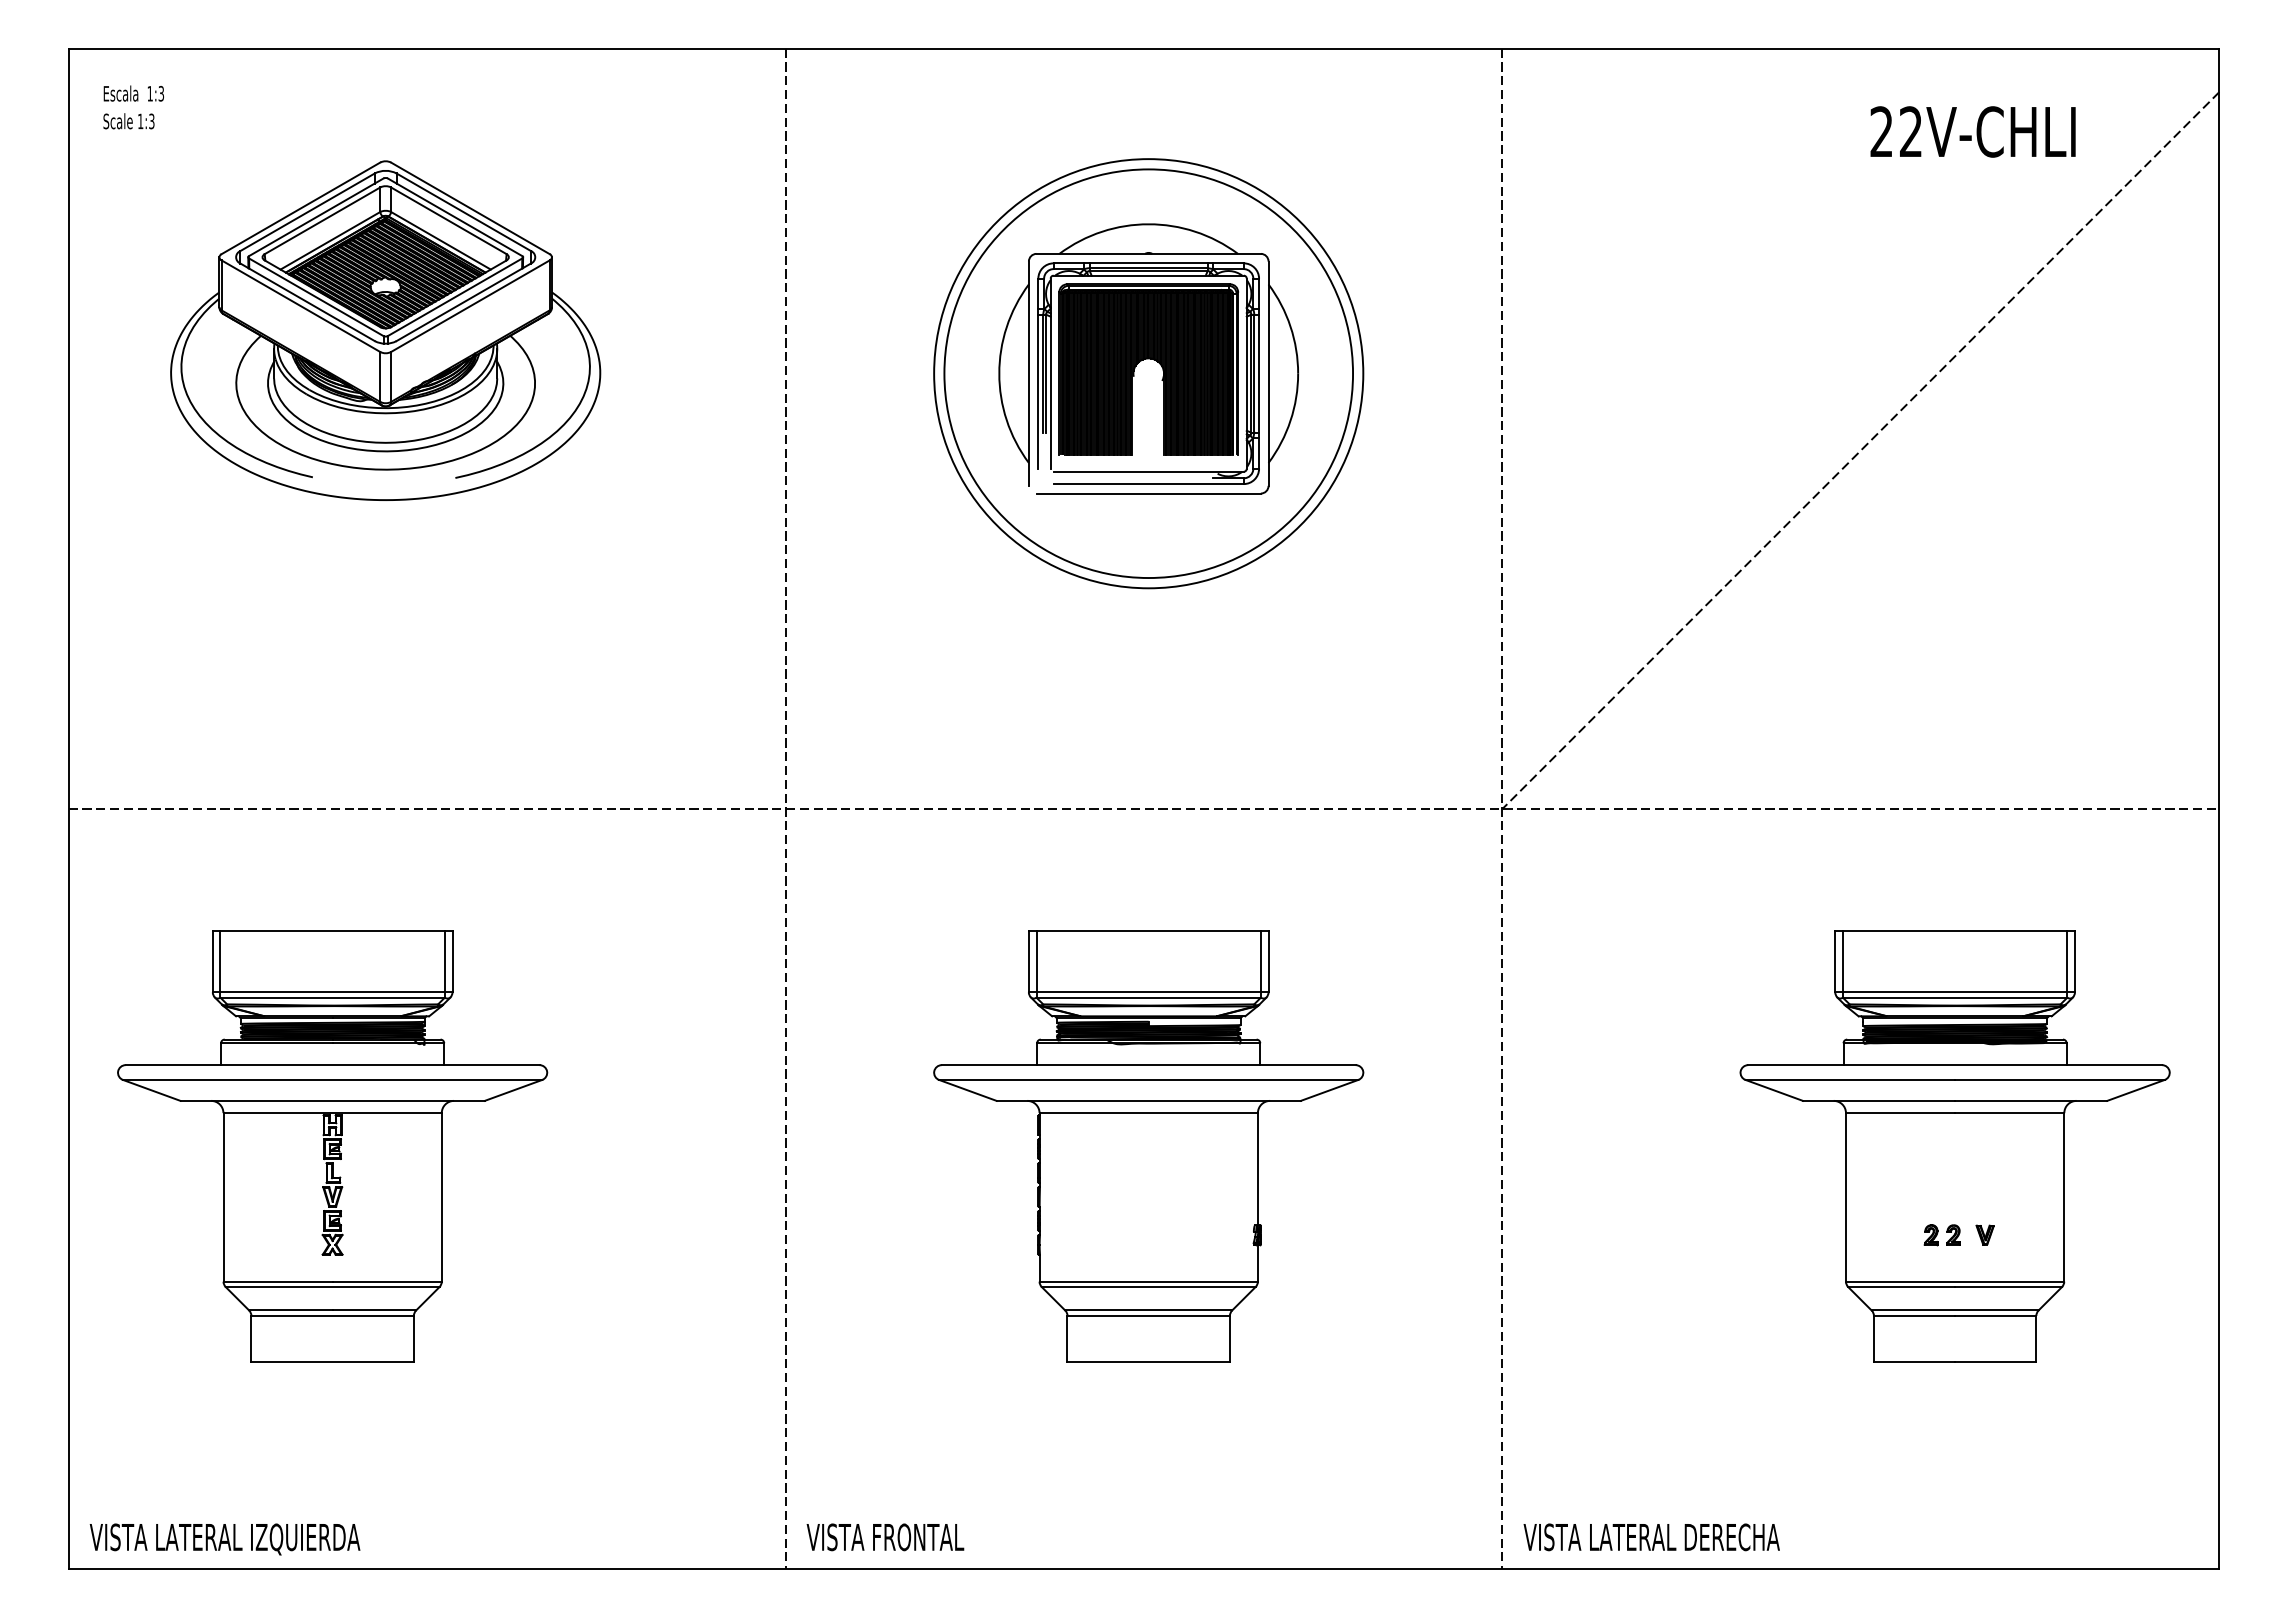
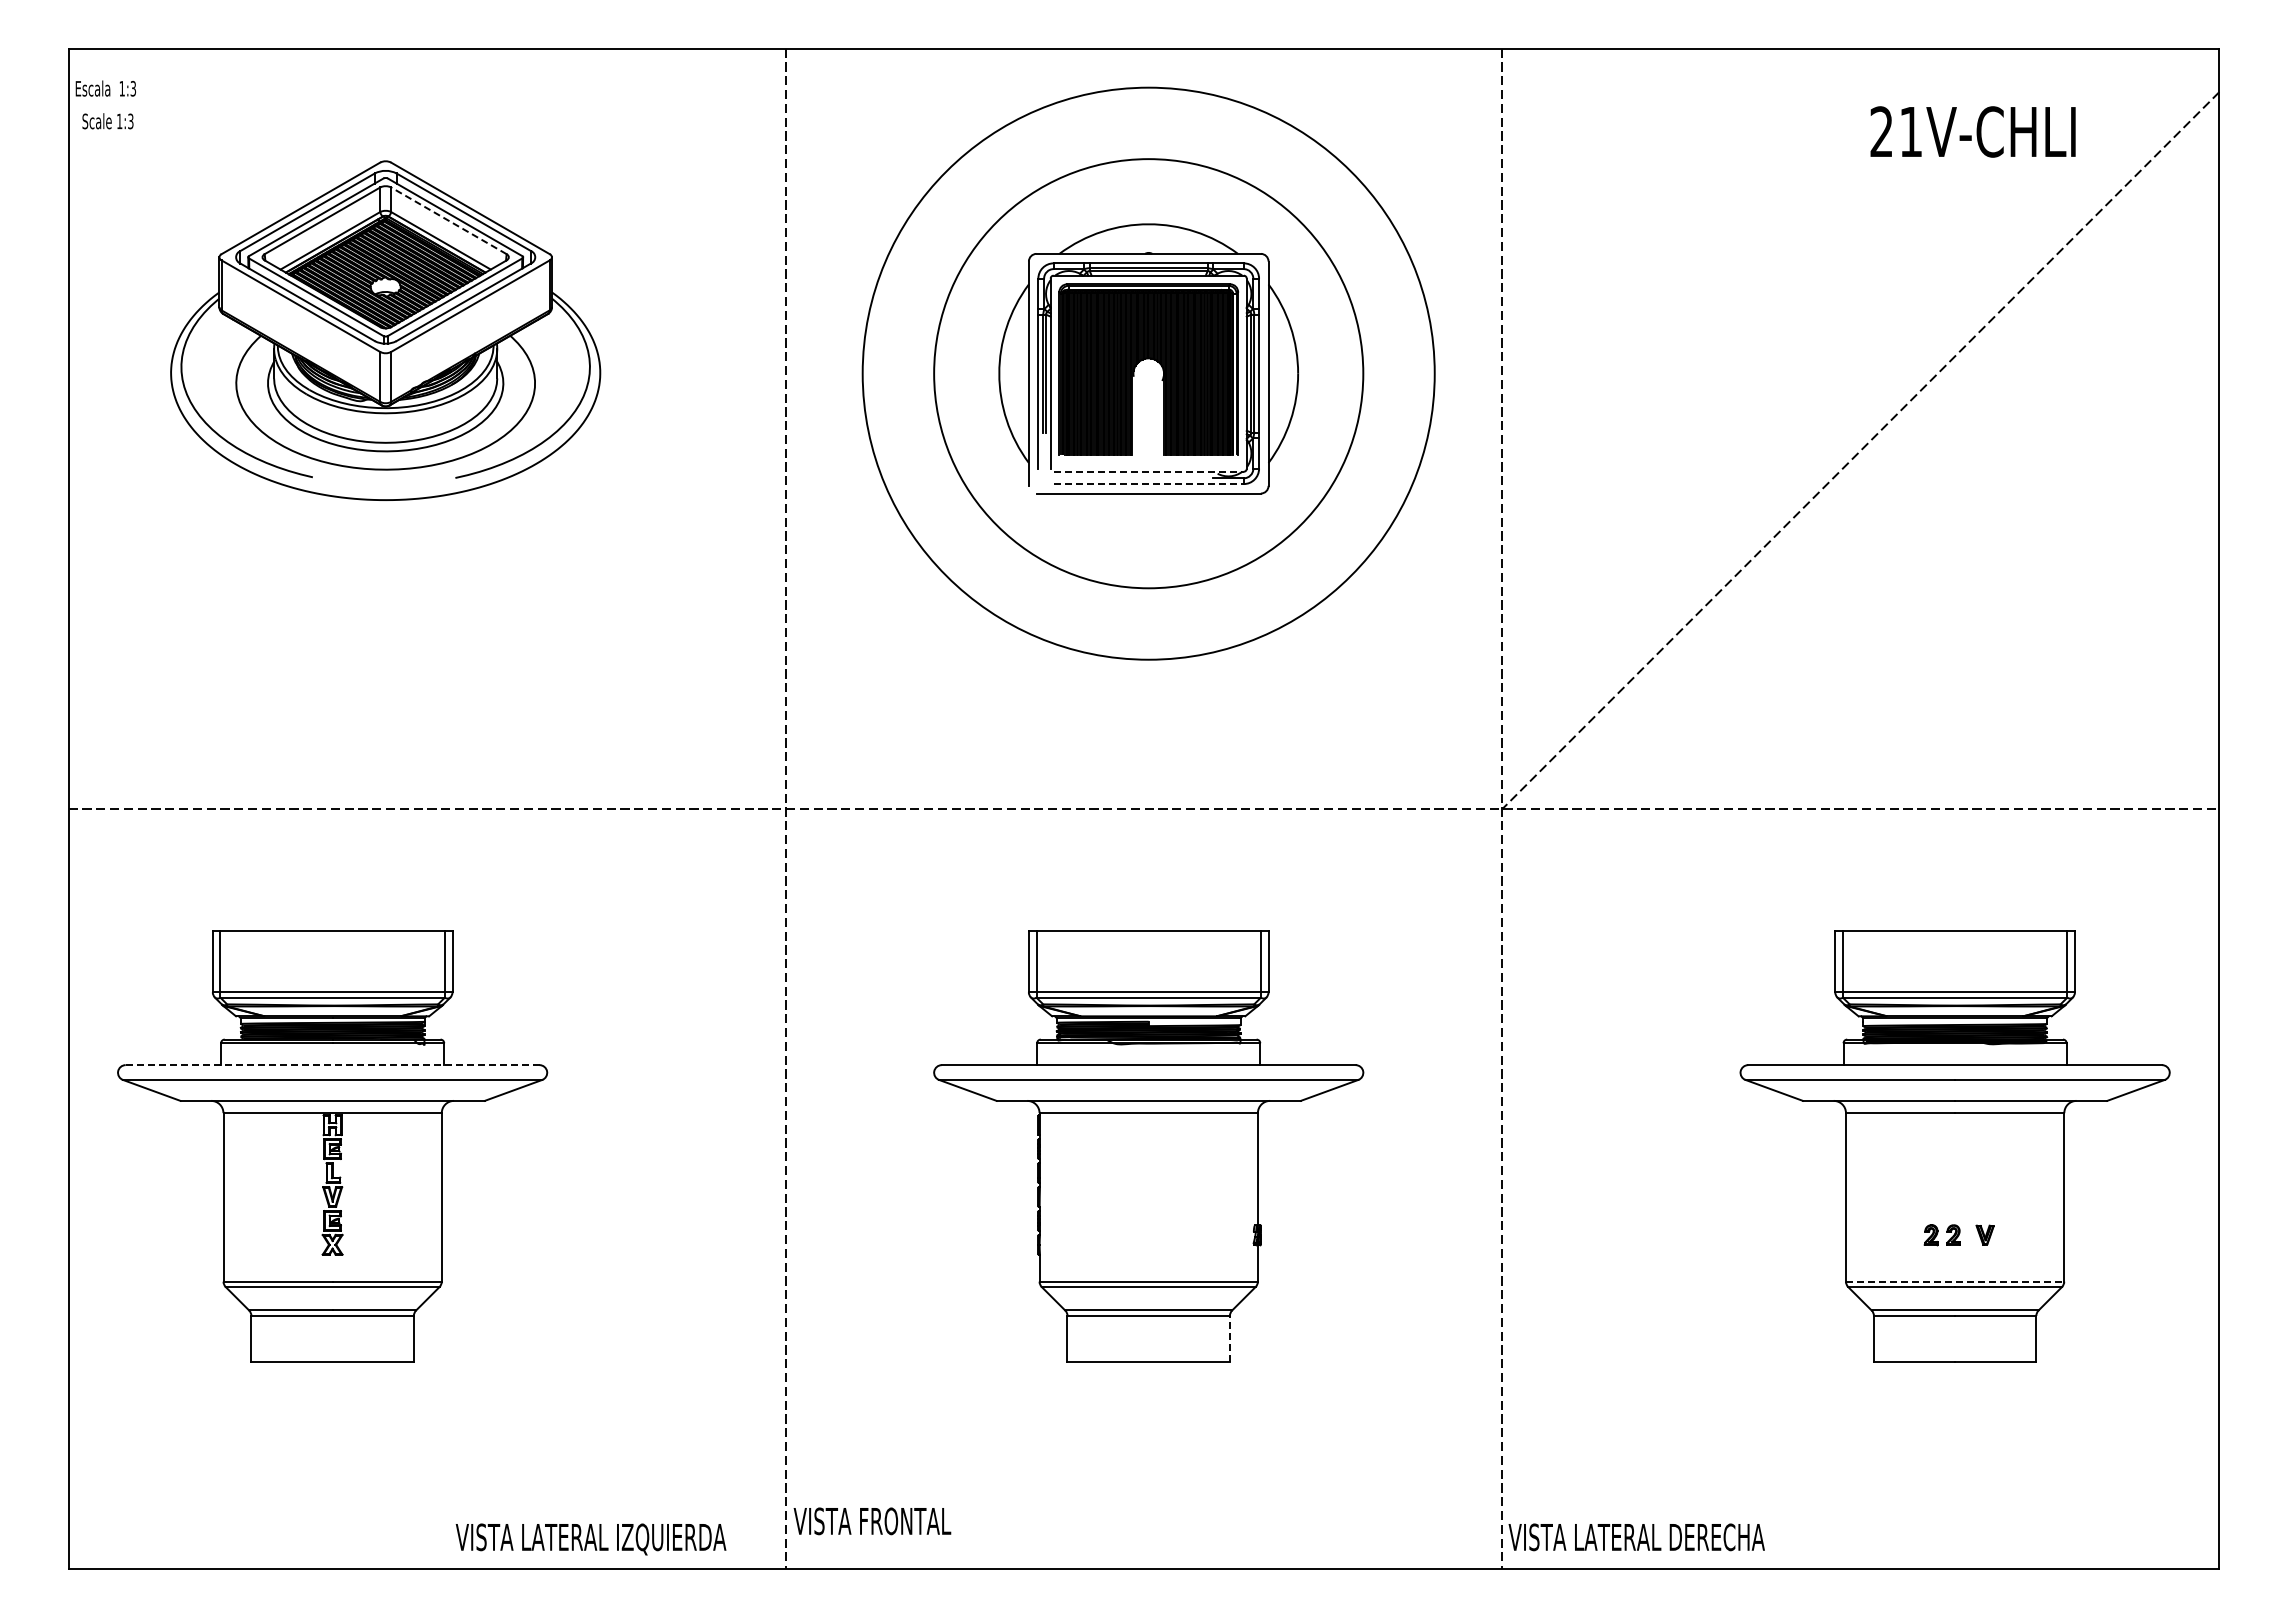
text at (133, 93) position: (133, 93) -> (105, 88)
text at (128, 121) position: (128, 121) -> (107, 121)
text at (1910, 131): 22V-CHLI -> 21V-CHLI
line at (448, 220): solid -> dashed
circle at (1148, 373) diameter: 409 px -> 572 px
line at (1149, 471): solid -> dashed
line at (1149, 484): solid -> dashed
line at (332, 1065): solid -> dashed
line at (1955, 1281): solid -> dashed
line at (1229, 1338): solid -> dashed
text at (885, 1537) position: (885, 1537) -> (872, 1521)
text at (1651, 1537) position: (1651, 1537) -> (1636, 1537)
text at (224, 1539) position: (224, 1539) -> (590, 1539)
